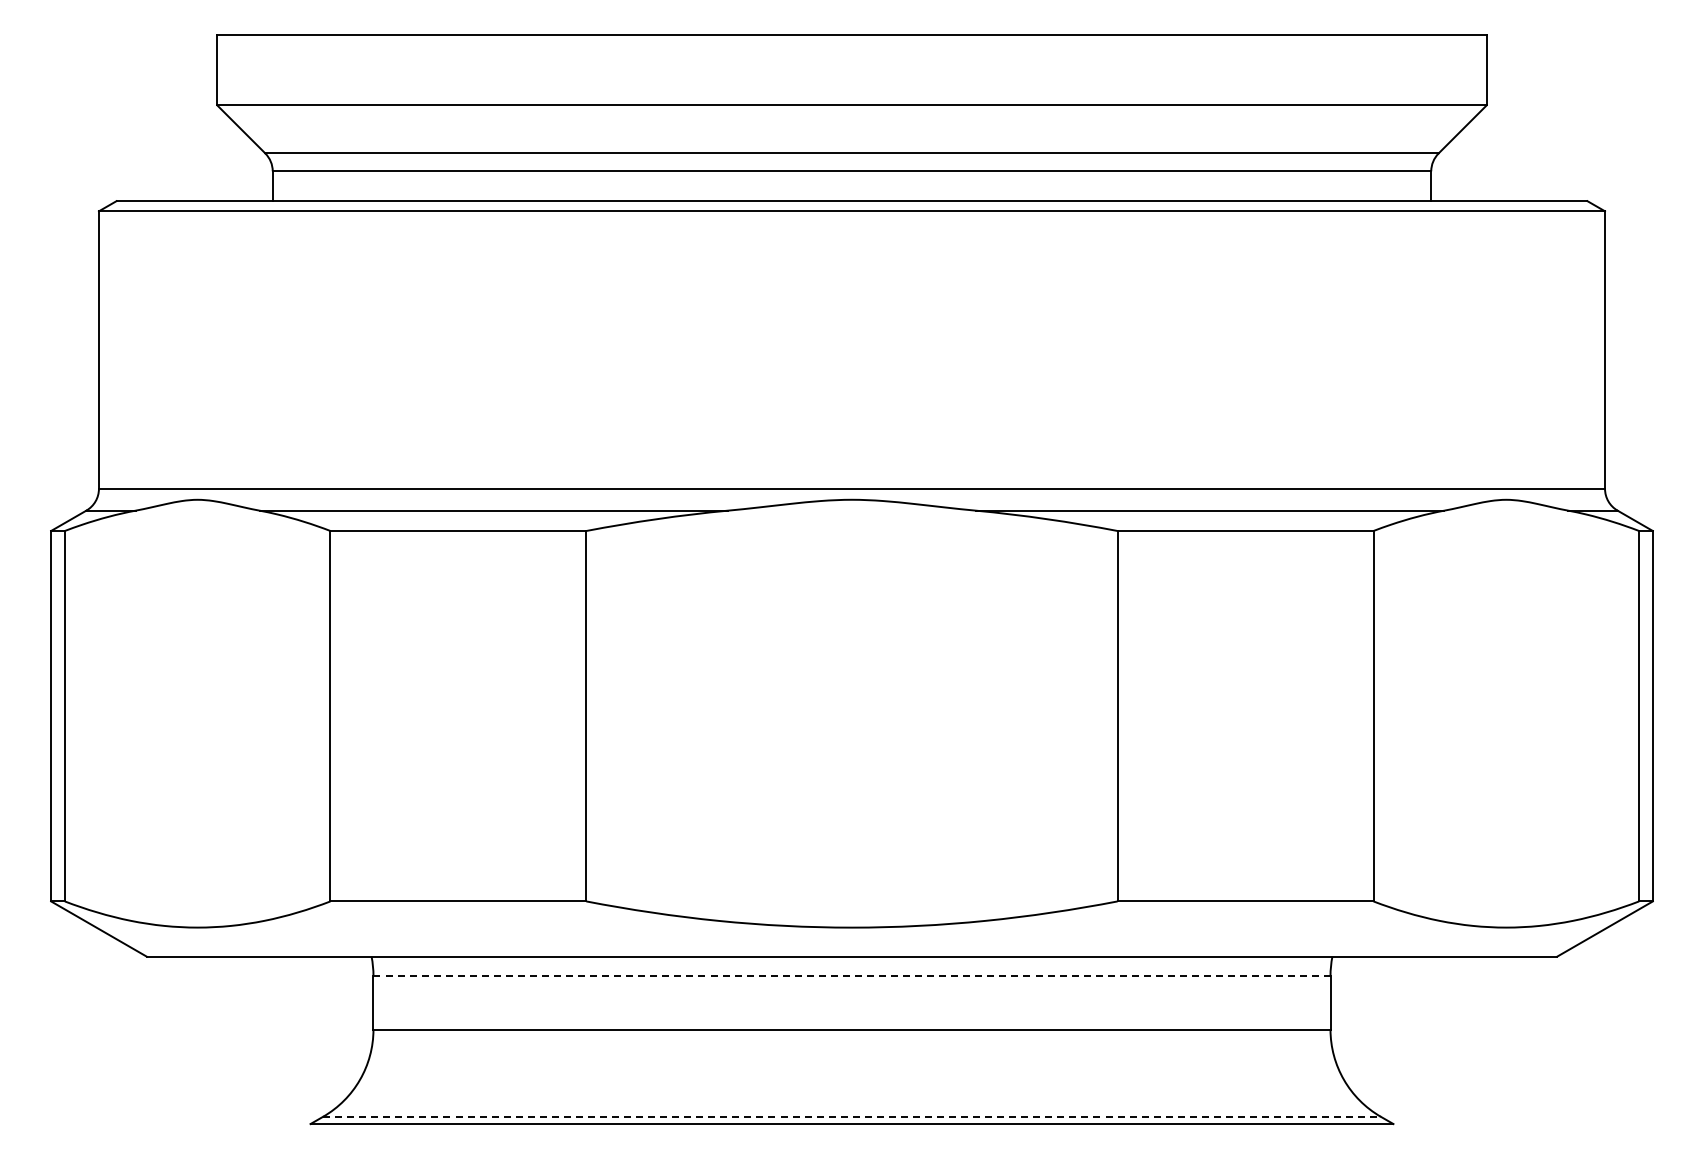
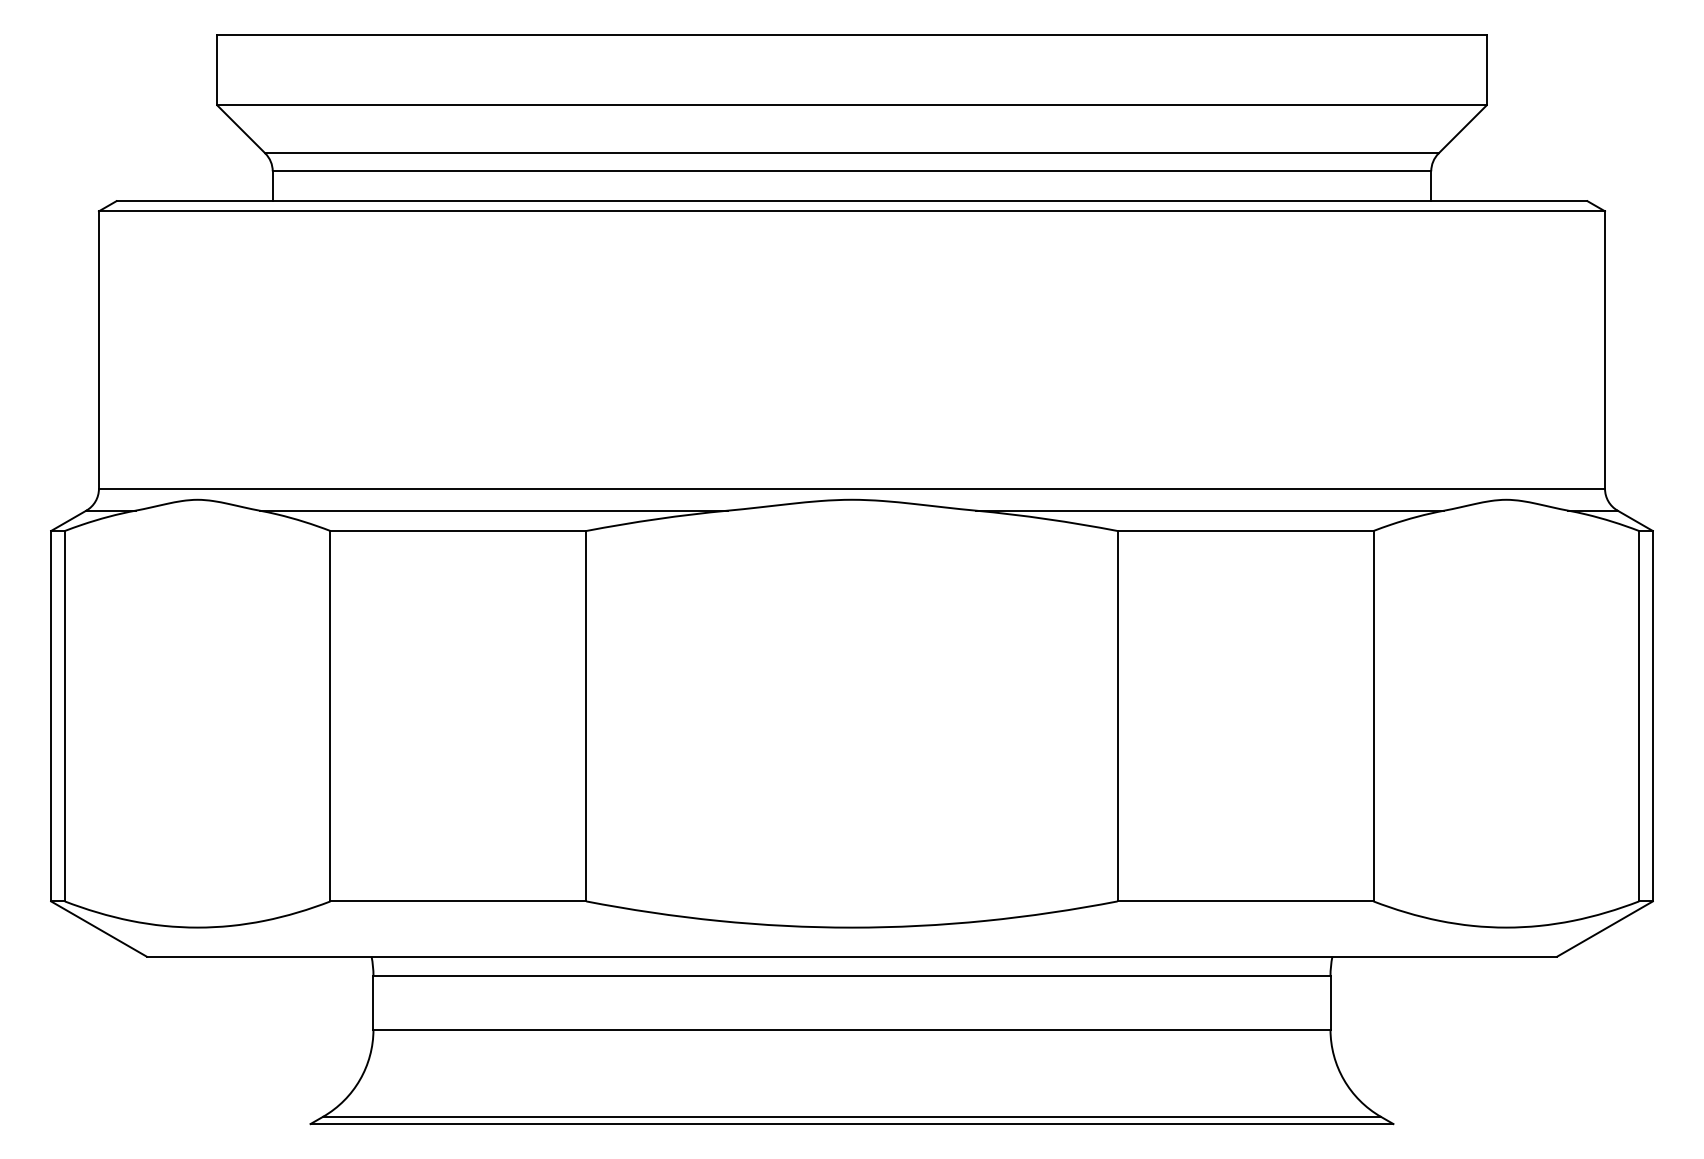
line at (852, 976): dashed -> solid
line at (852, 1116): dashed -> solid
